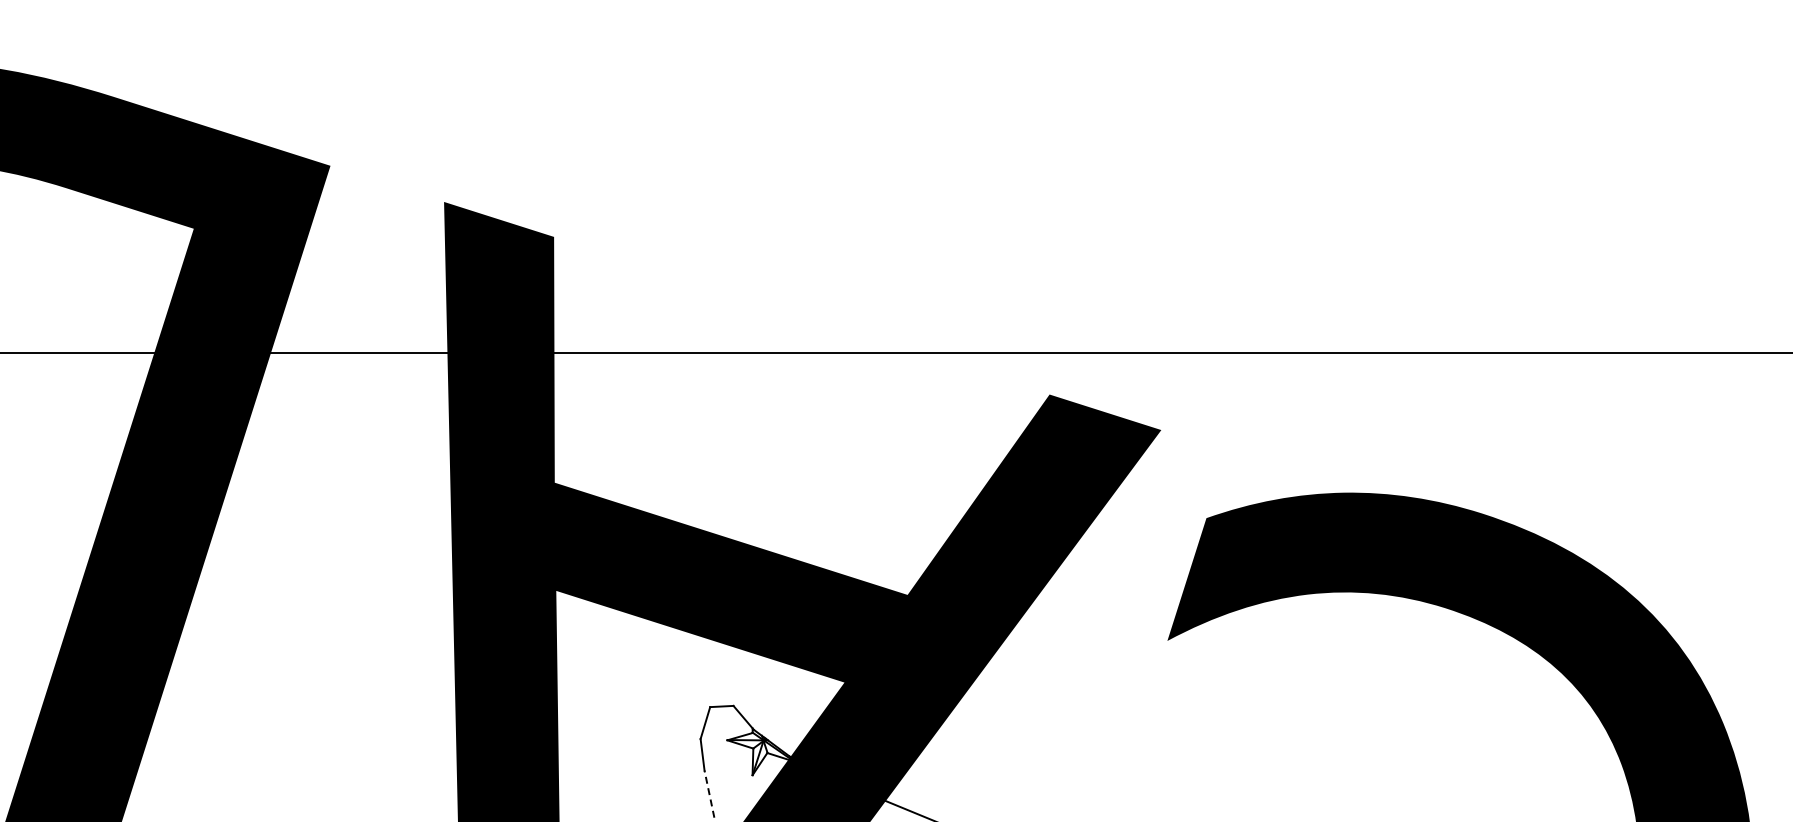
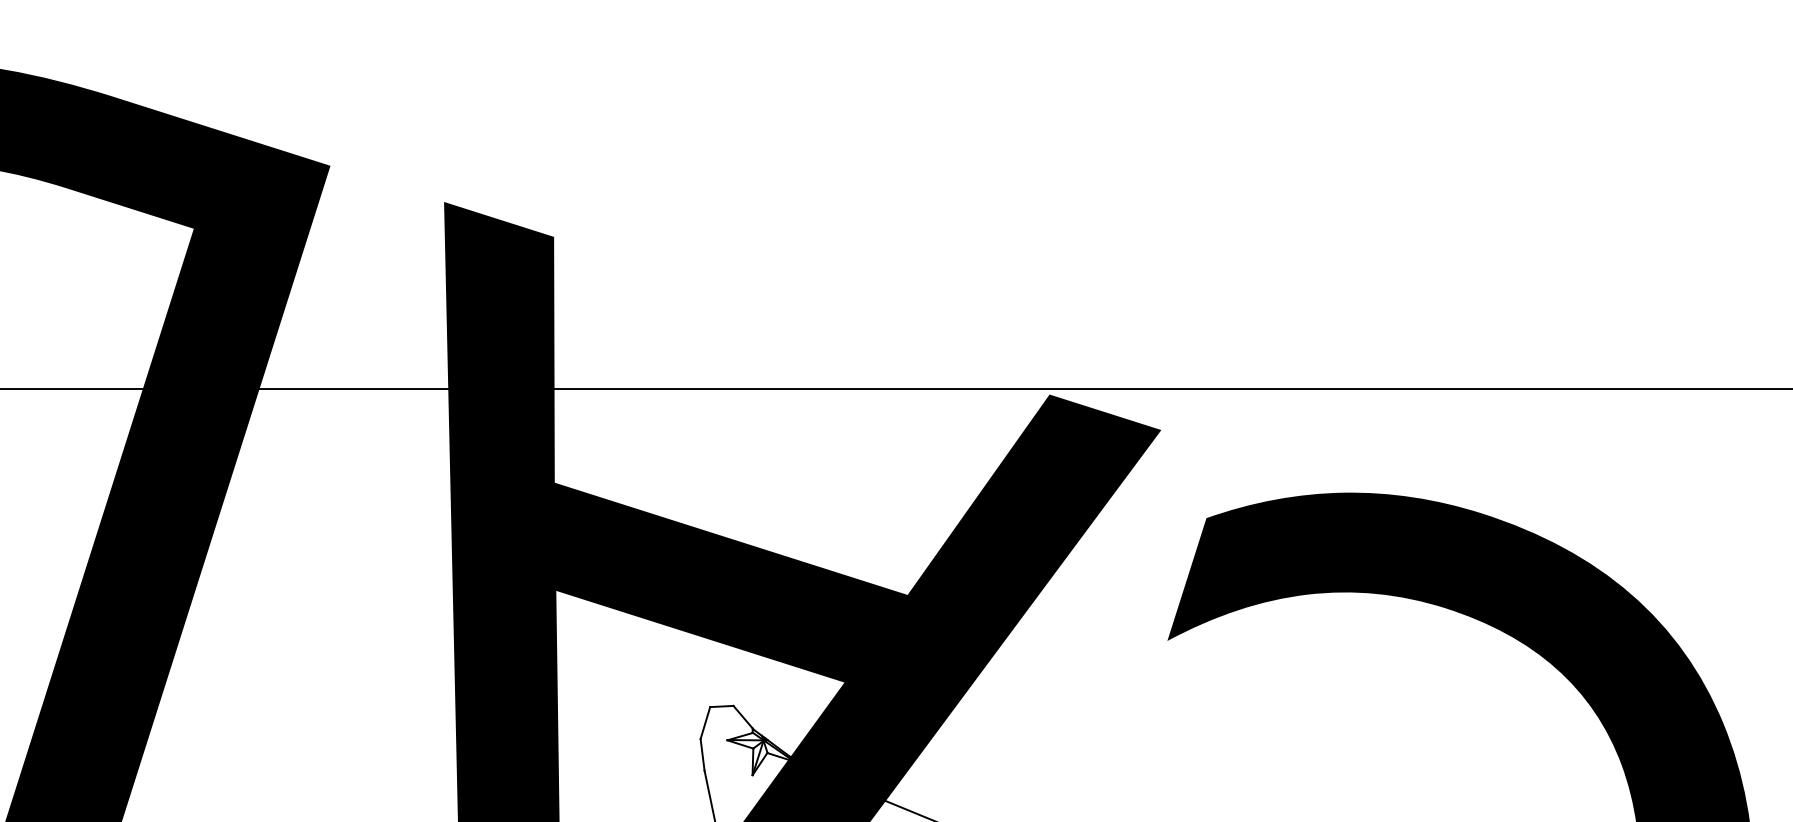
line at (895, 352) position: (895, 352) -> (895, 388)
line at (709, 795): dashed -> solid
